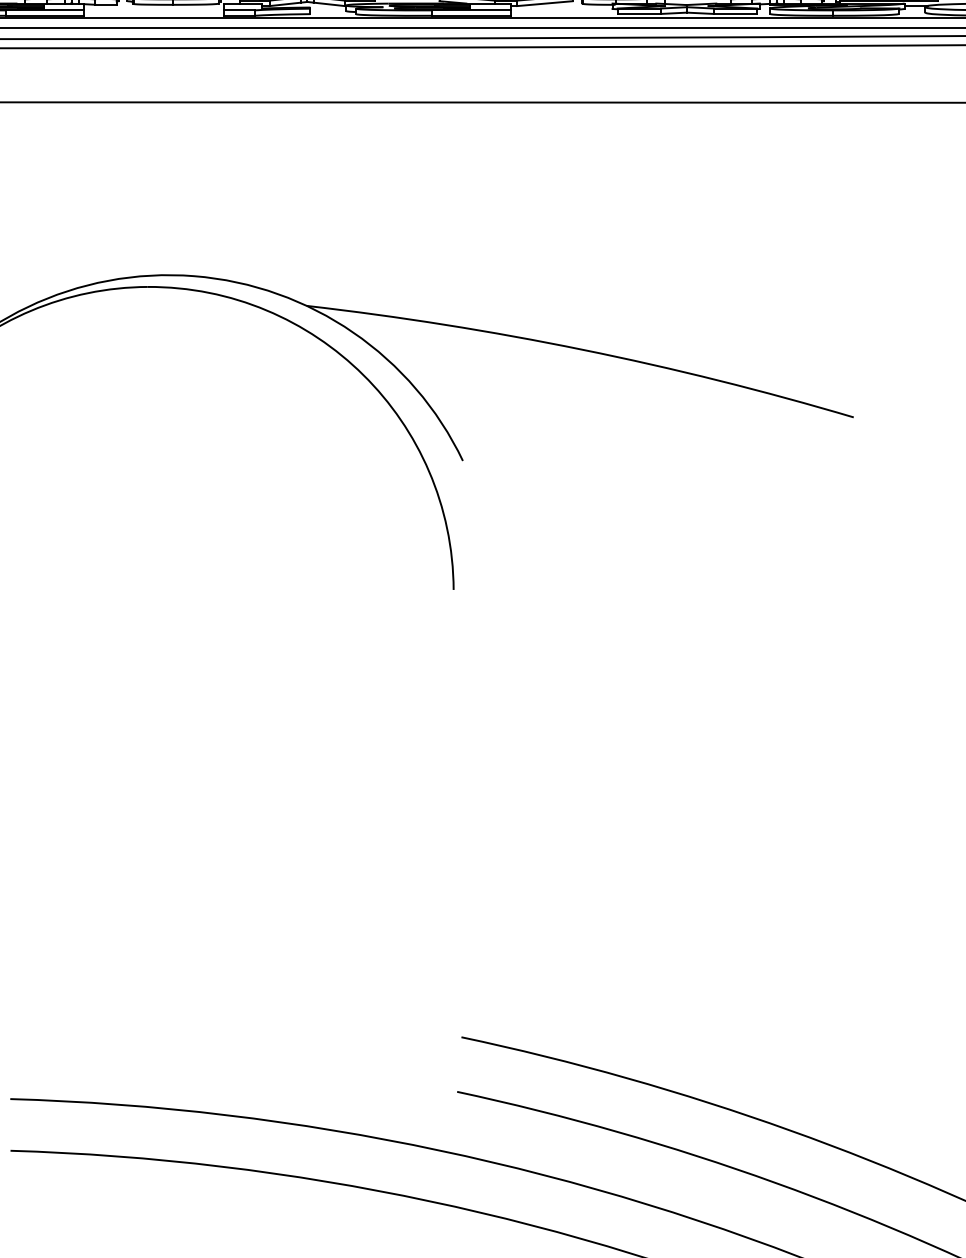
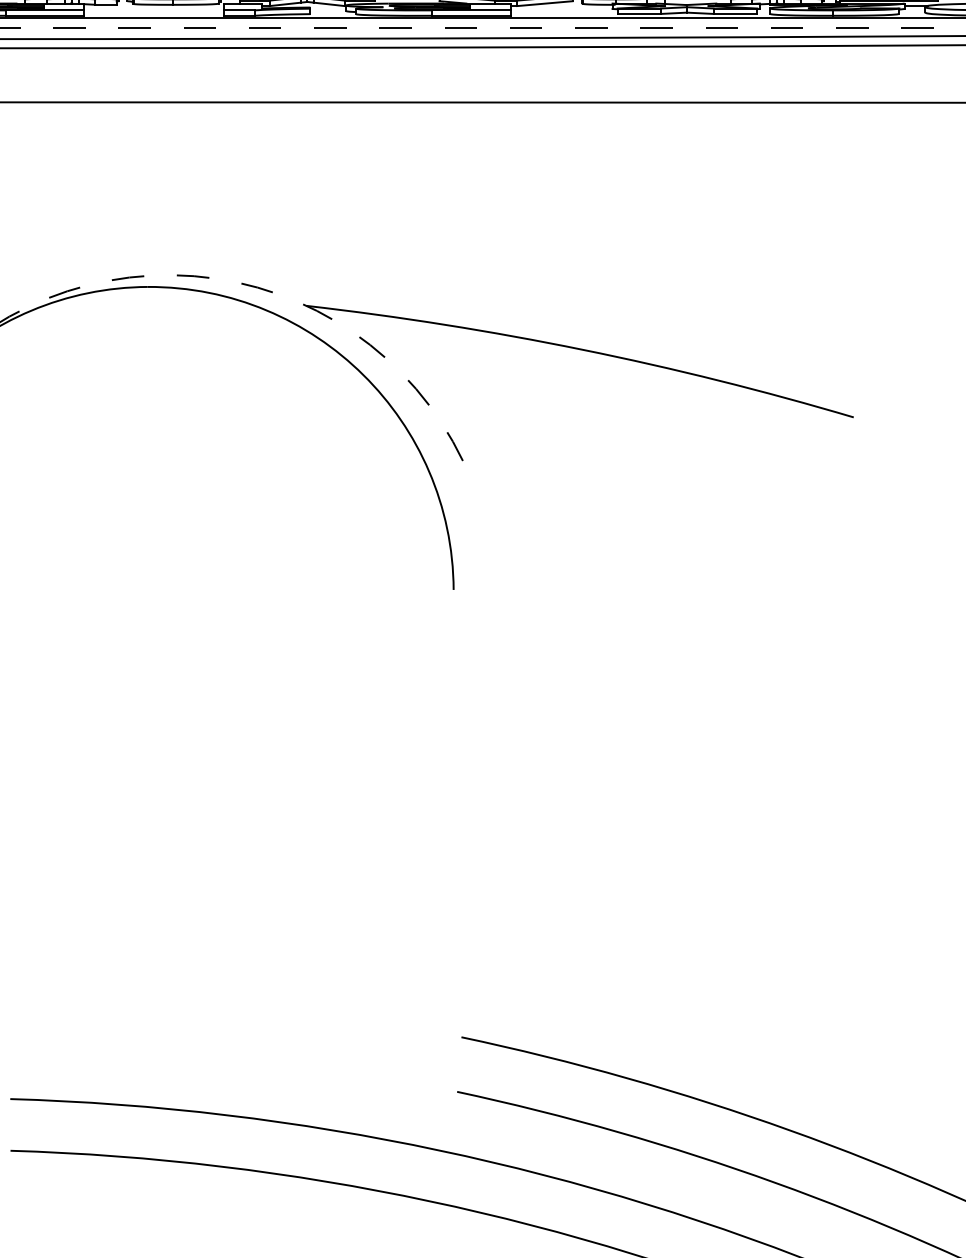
line at (483, 28): solid -> dashed
arc at (262, 289): solid -> dashed
